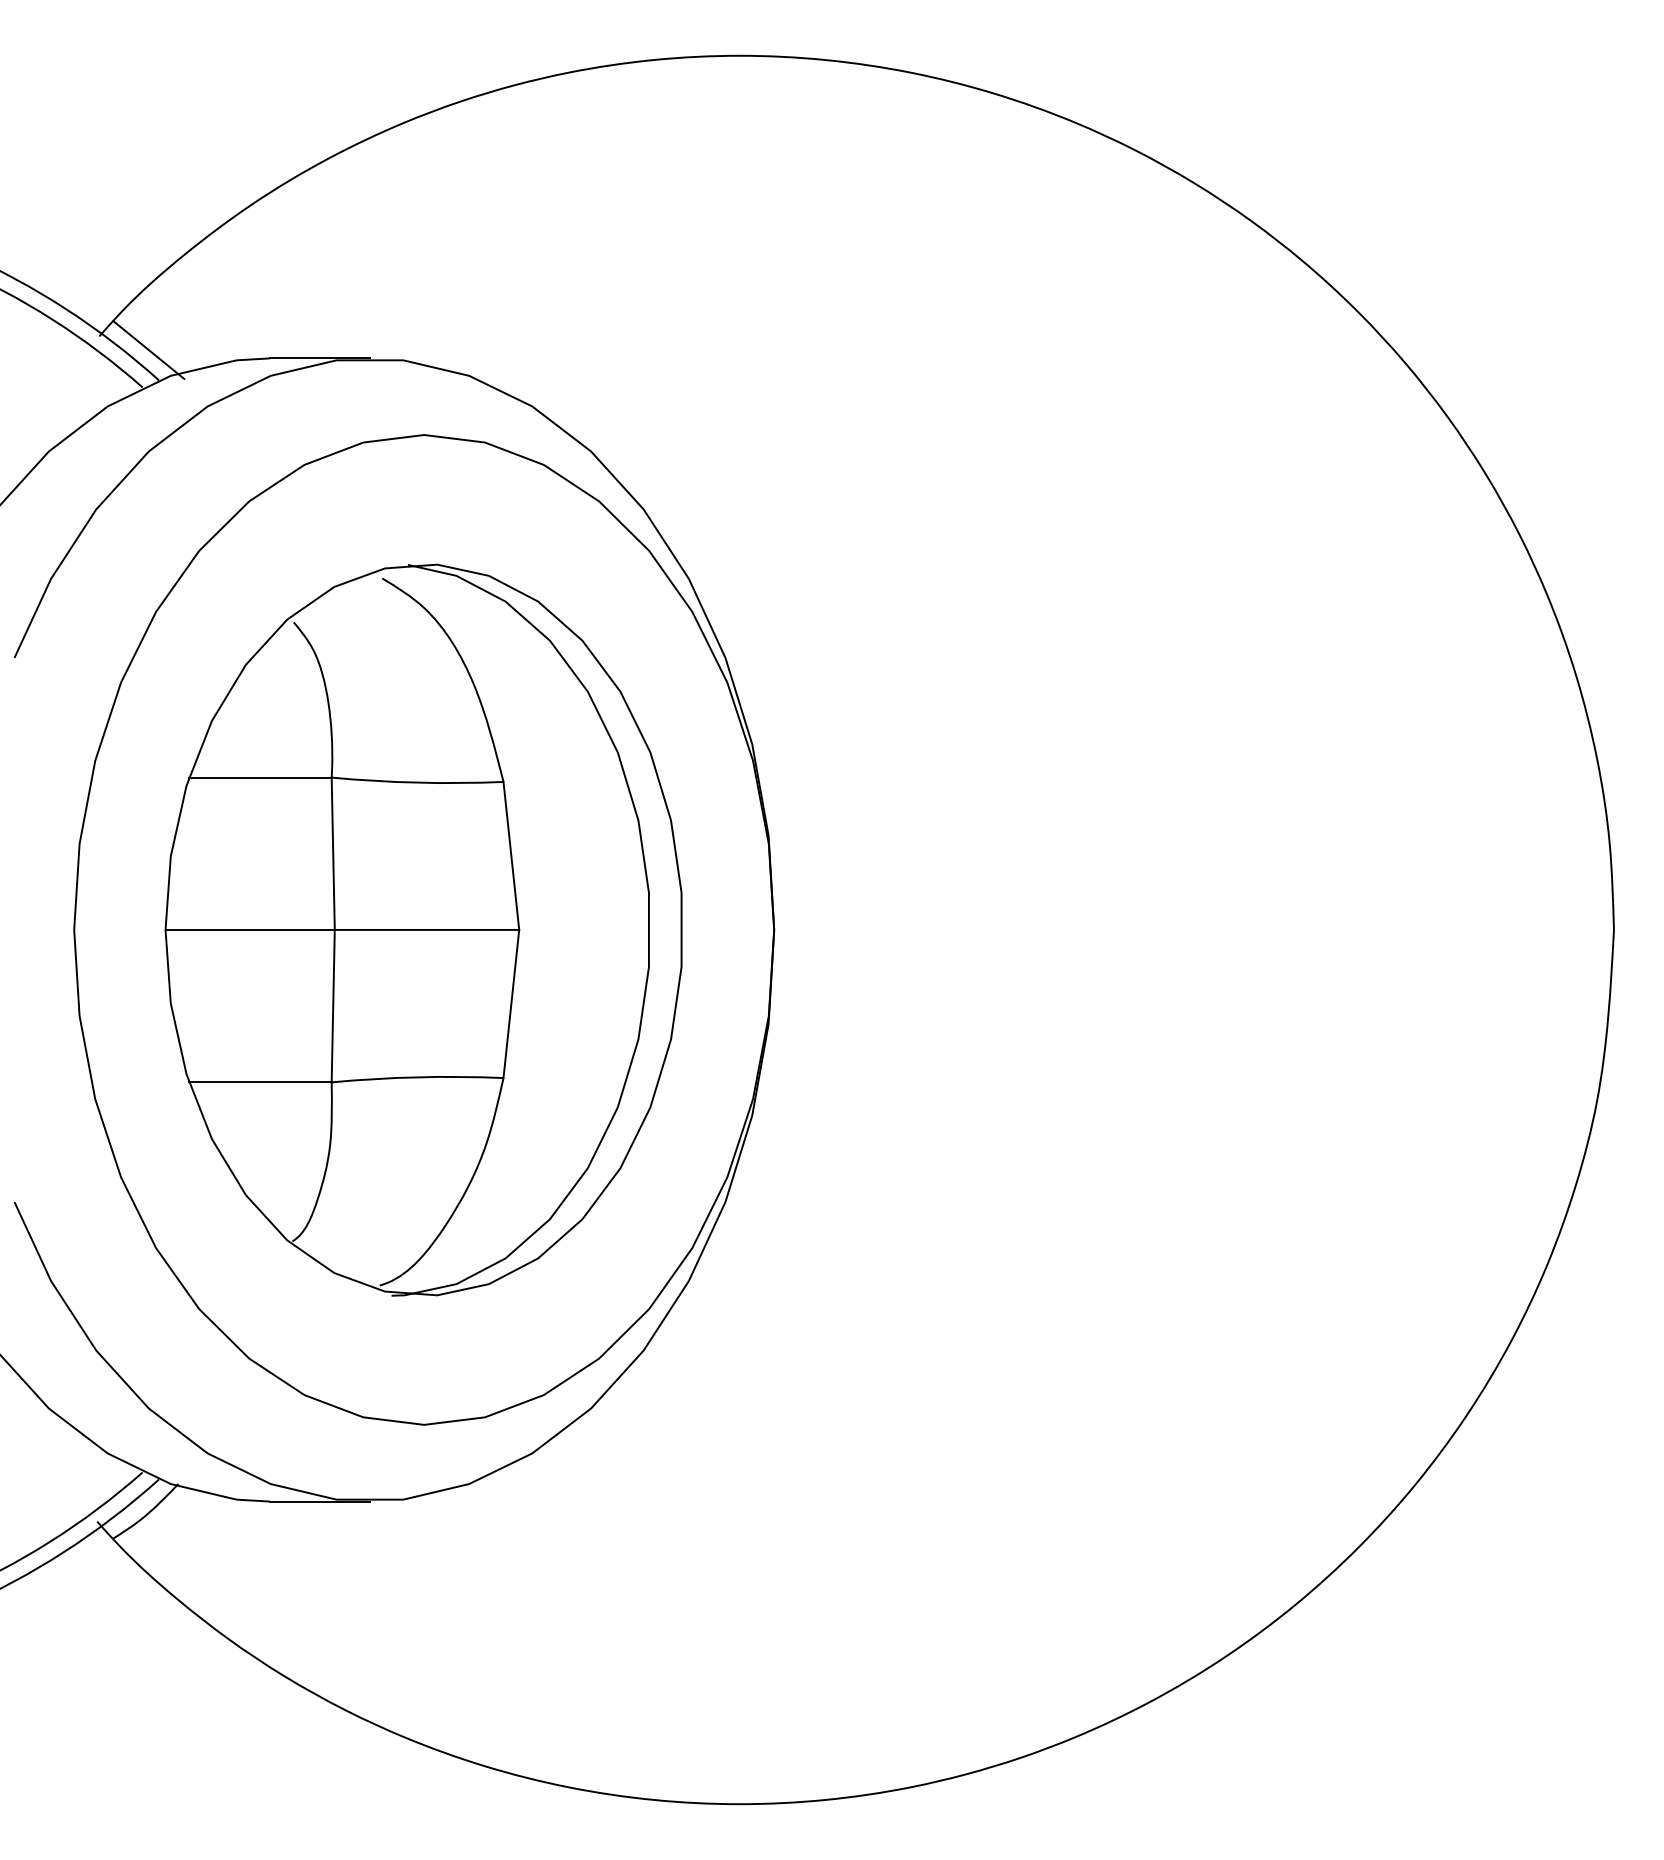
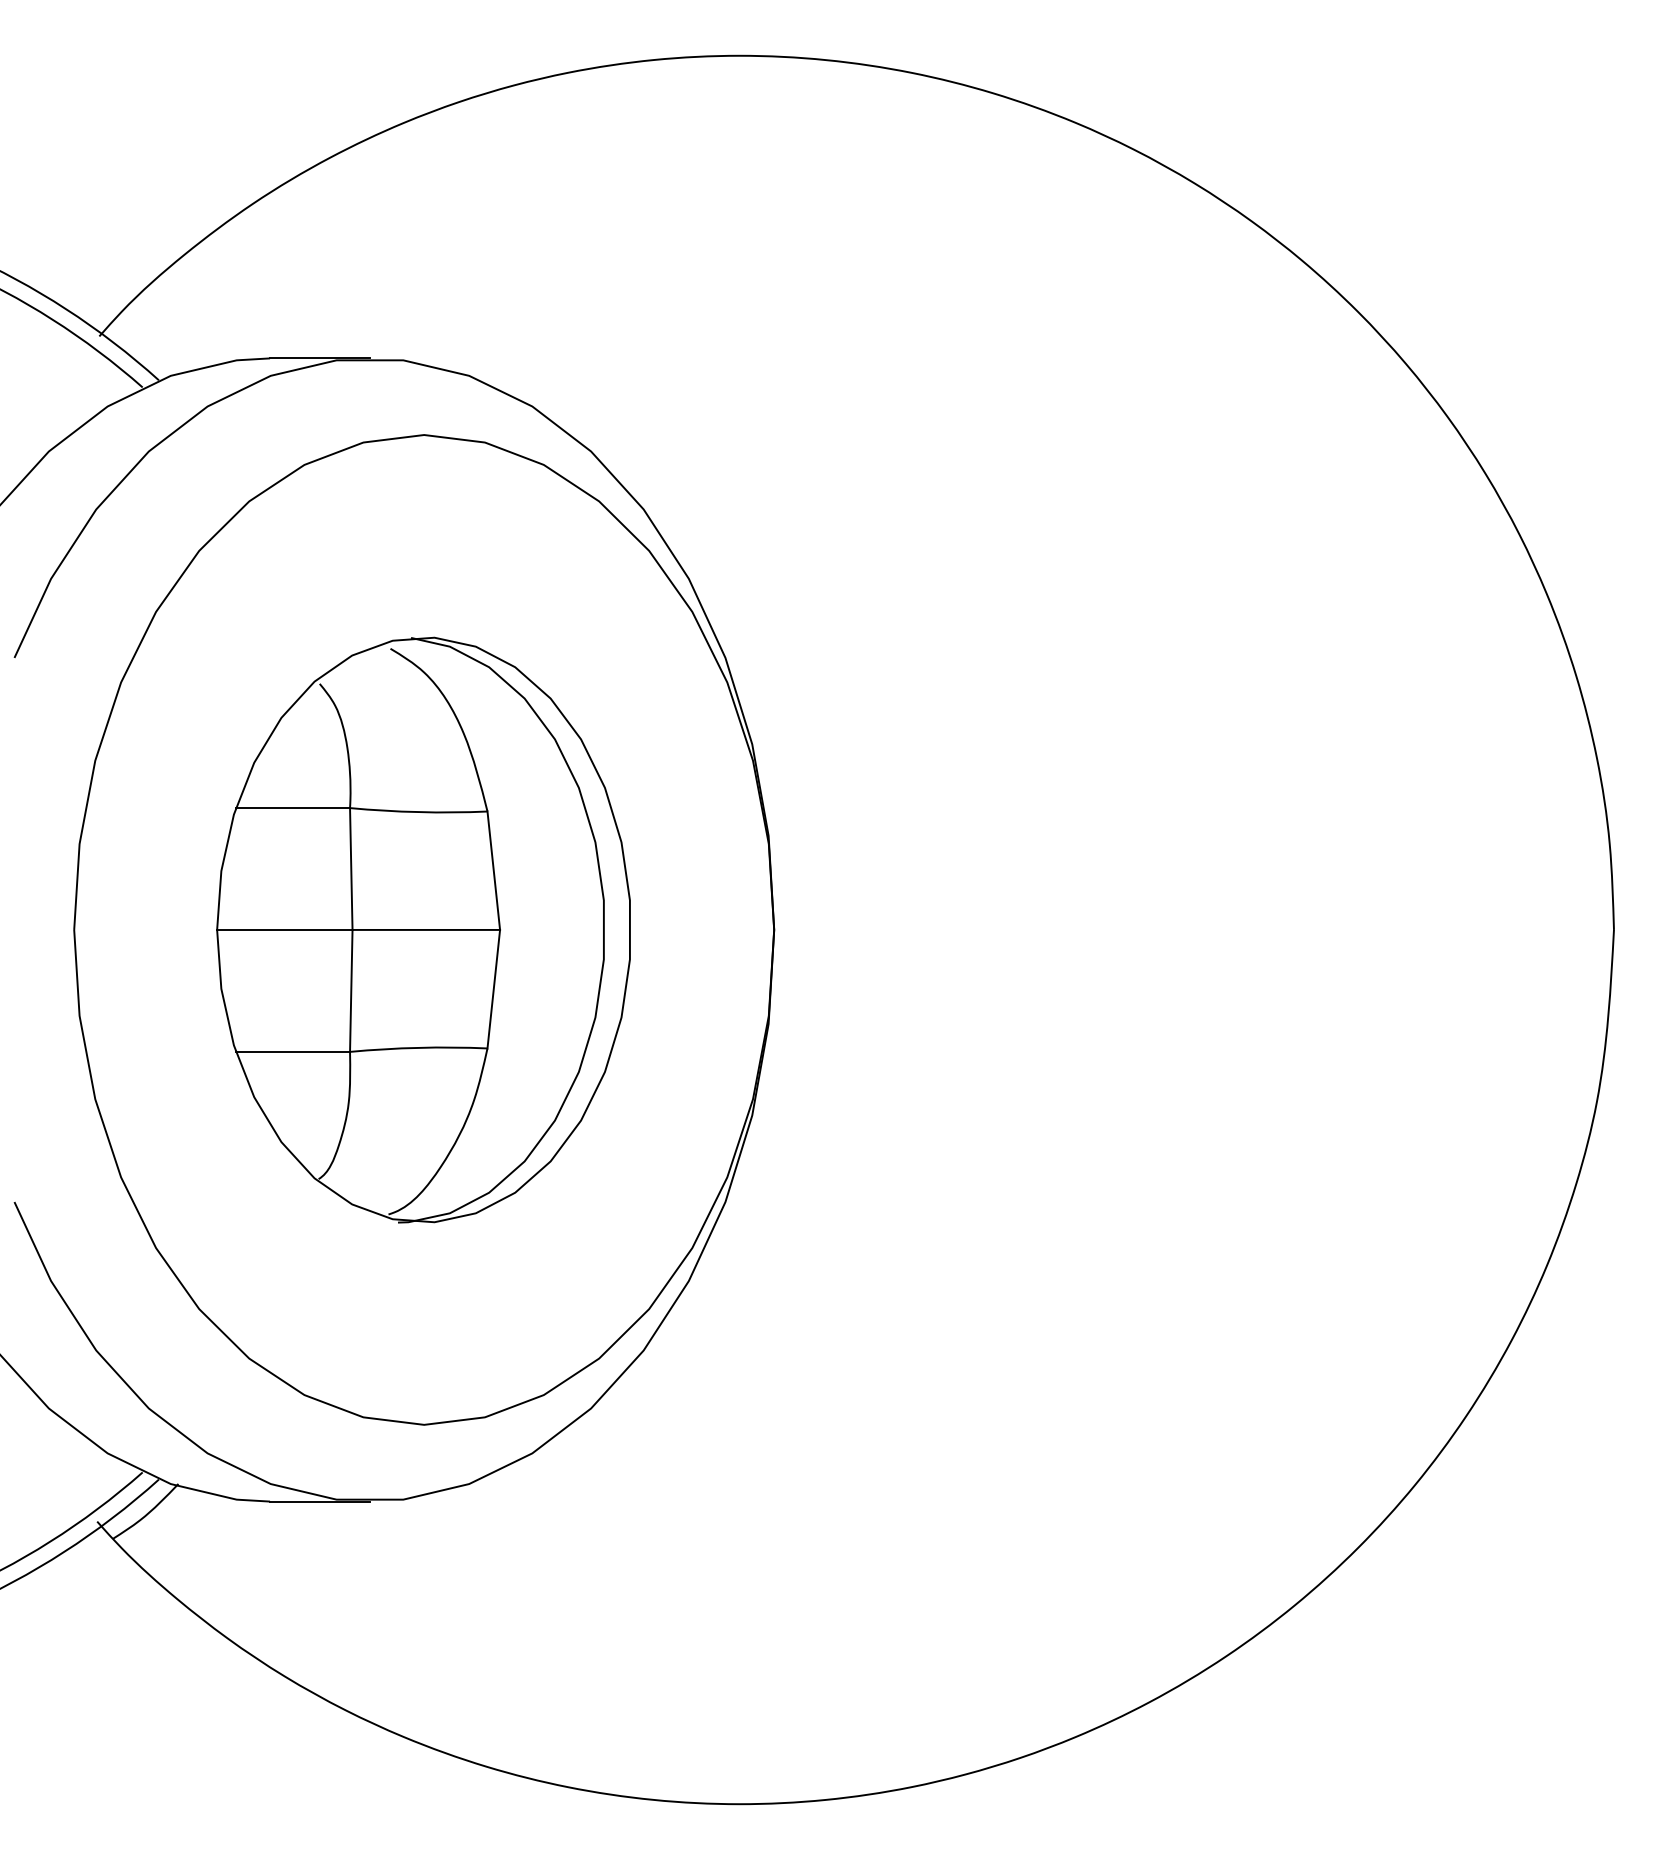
line at (148, 349): present -> none
part at (423, 929) size: 519x734 px -> 415x588 px
